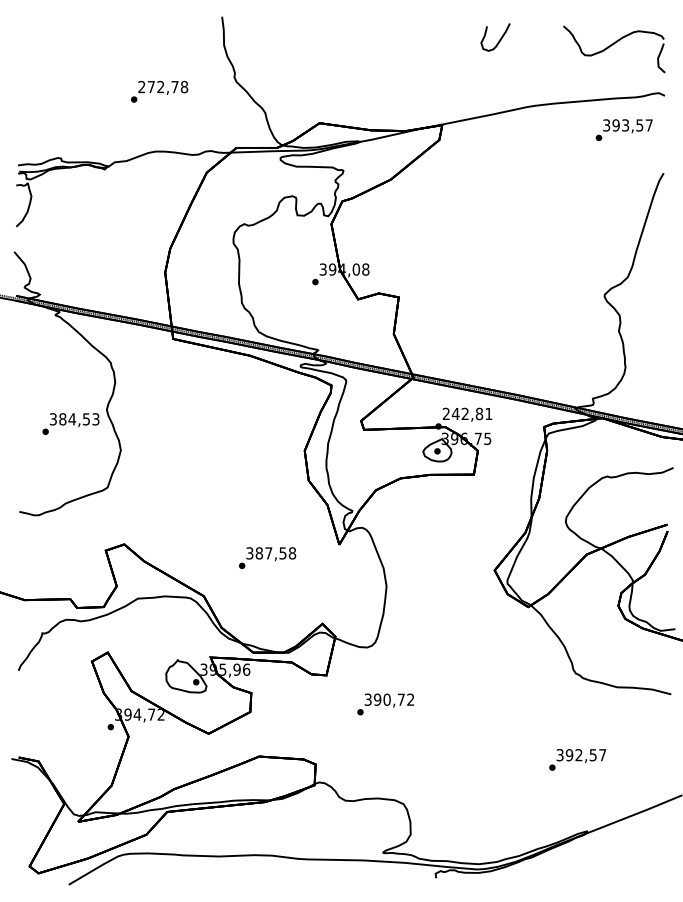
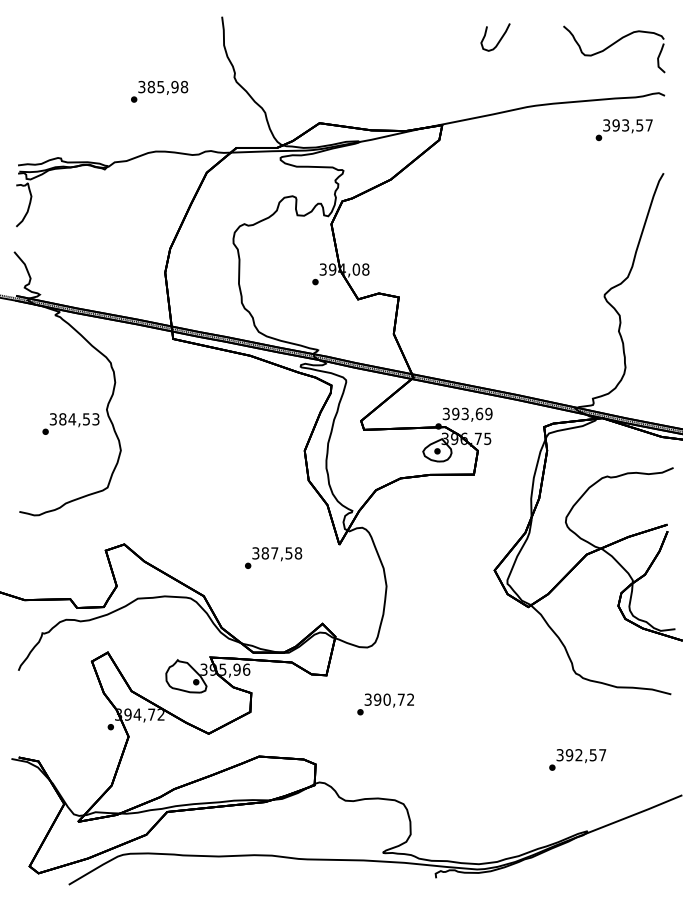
text at (158, 86): 272,78 -> 385,98
text at (467, 413): 242,81 -> 393,69
text at (267, 557) position: (267, 557) -> (273, 557)
